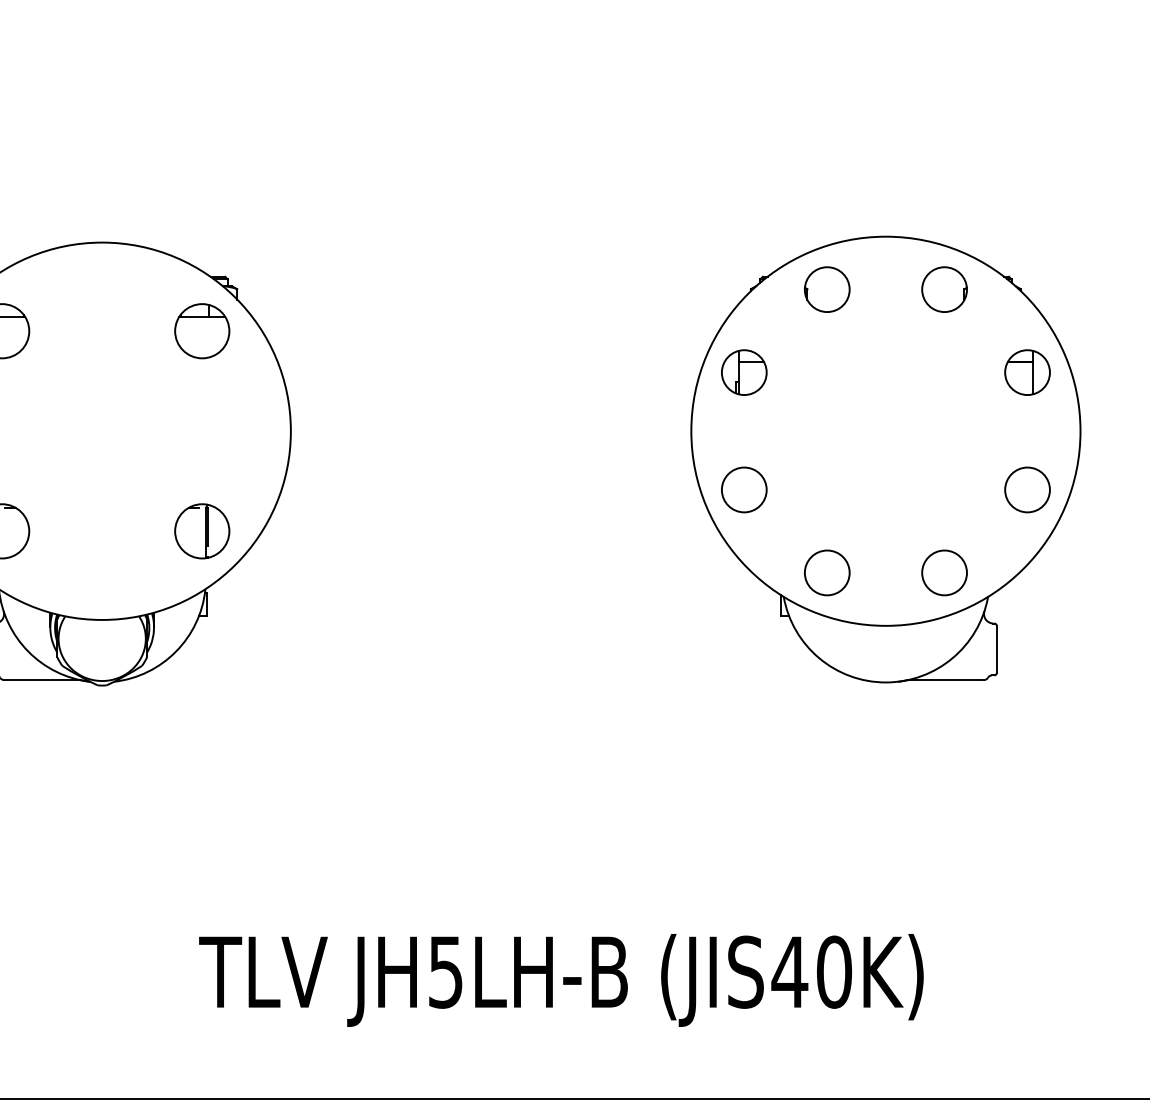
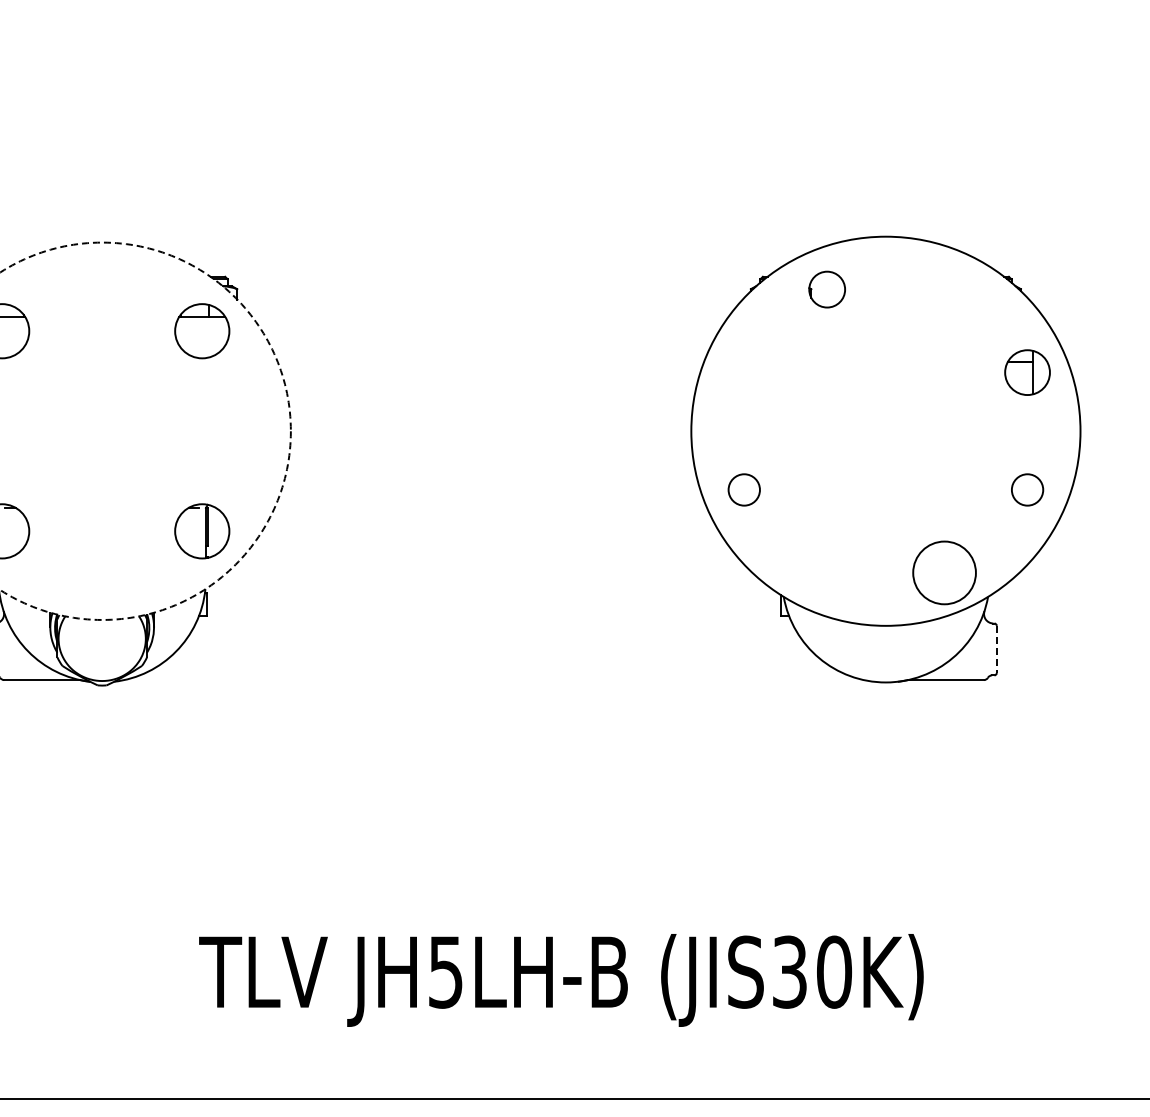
part at (826, 289) size: 48x47 px -> 38x39 px
part at (944, 289): present -> none
part at (744, 372): present -> none
circle at (145, 430): solid -> dashed
circle at (743, 489) diameter: 45 px -> 31 px
circle at (1027, 489) diameter: 45 px -> 31 px
circle at (827, 572): present -> none
circle at (944, 572) diameter: 45 px -> 63 px
line at (996, 649): solid -> dashed
text at (789, 971): (JIS40K) -> (JIS30K)
